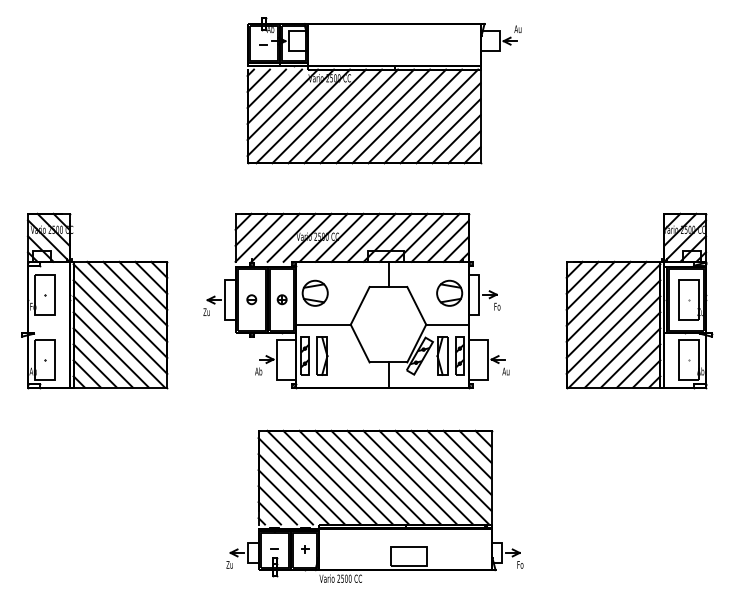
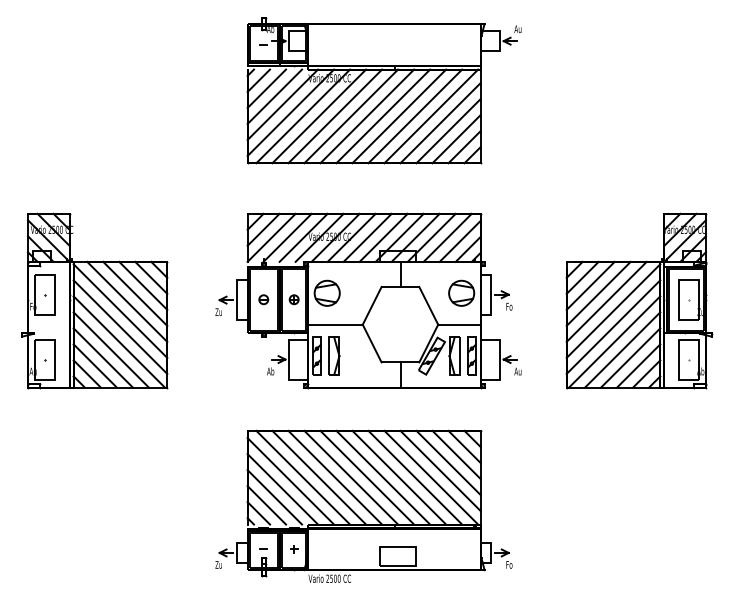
part at (356, 300) position: (356, 300) -> (368, 300)
part at (374, 505) position: (374, 505) -> (363, 505)
